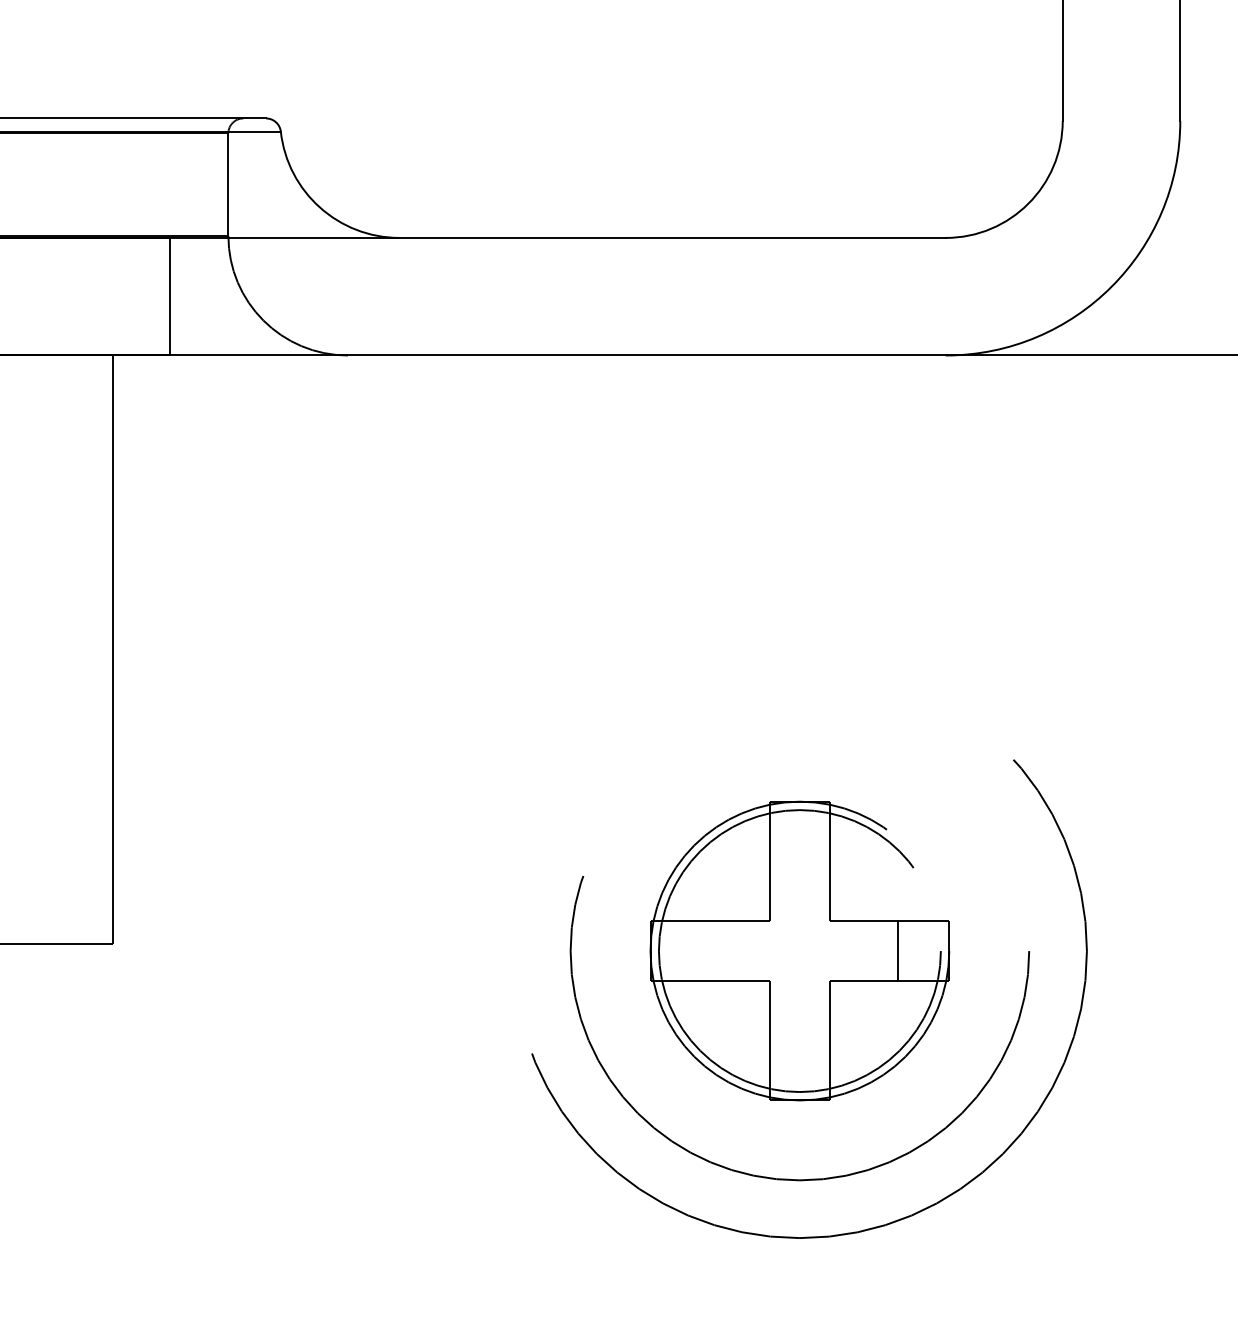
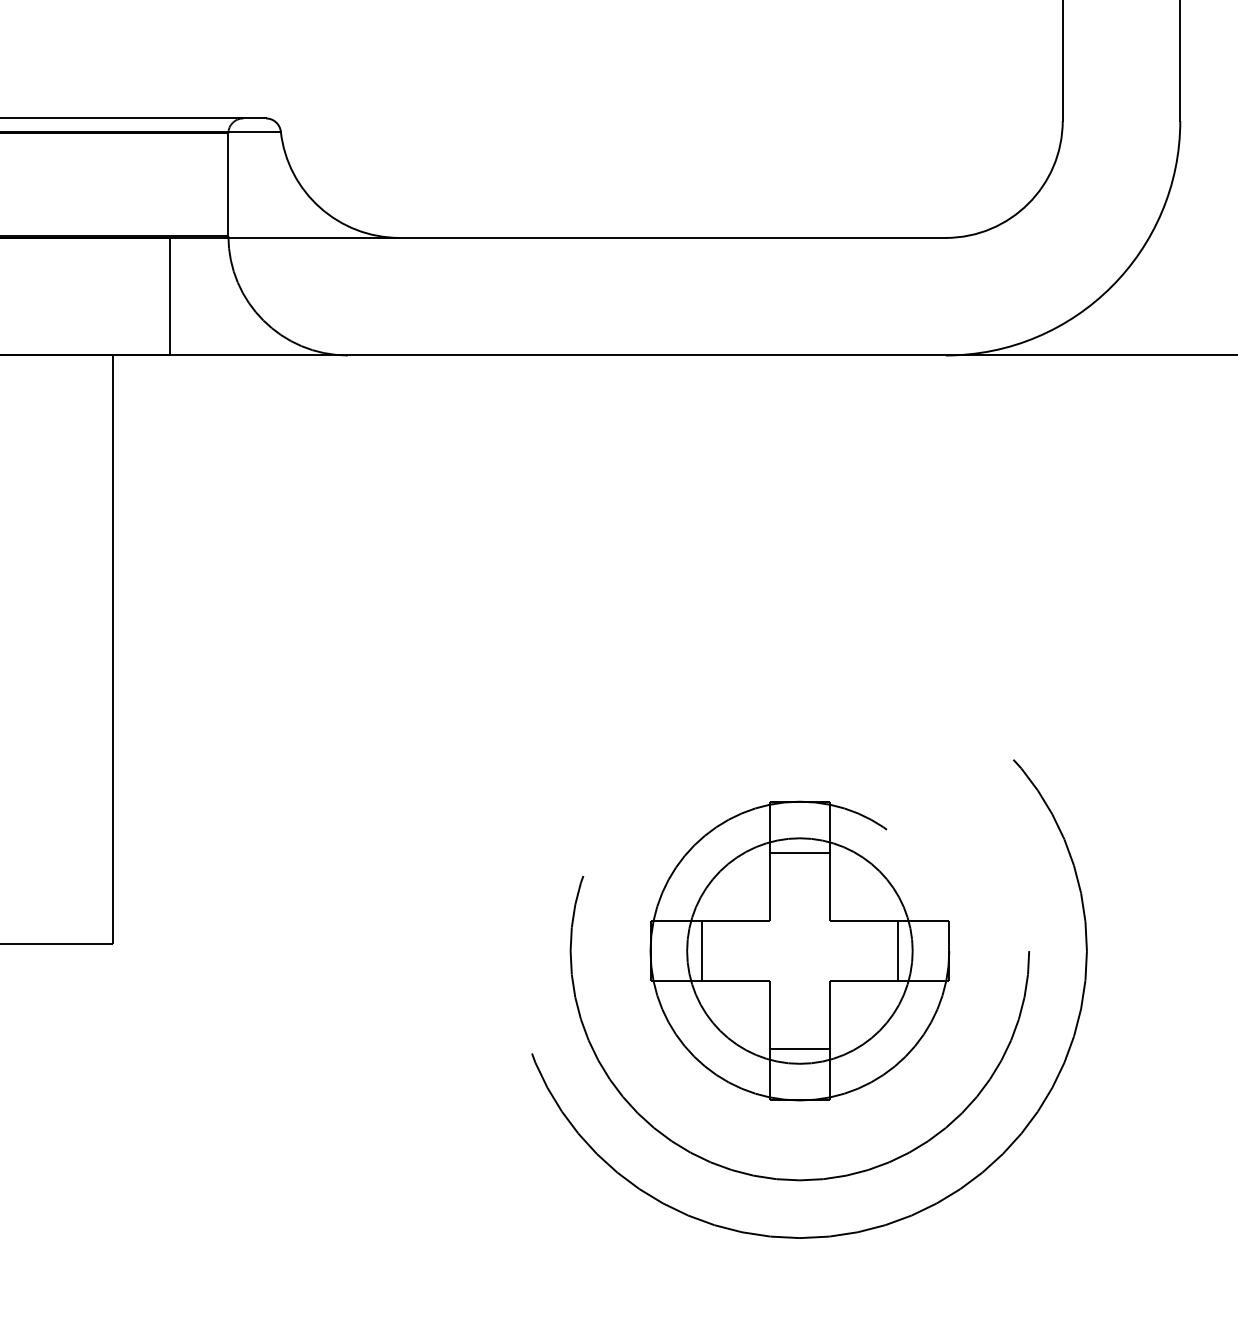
line at (799, 853): none -> present
line at (702, 950): none -> present
circle at (799, 951) diameter: 282 px -> 226 px
line at (799, 1048): none -> present
